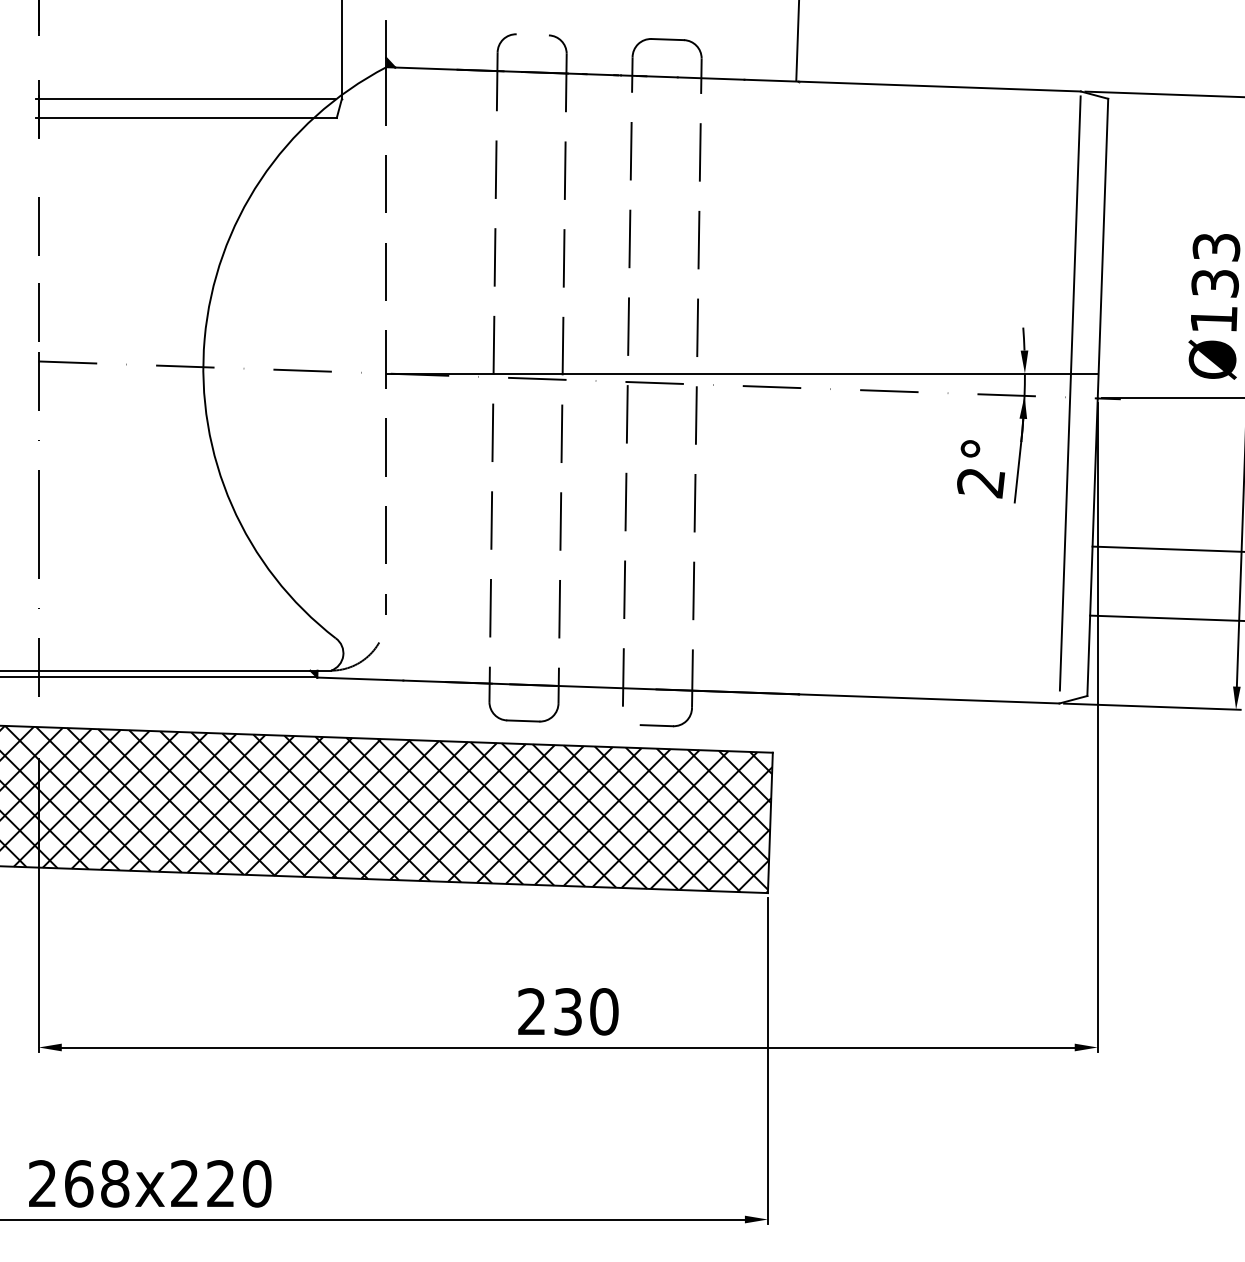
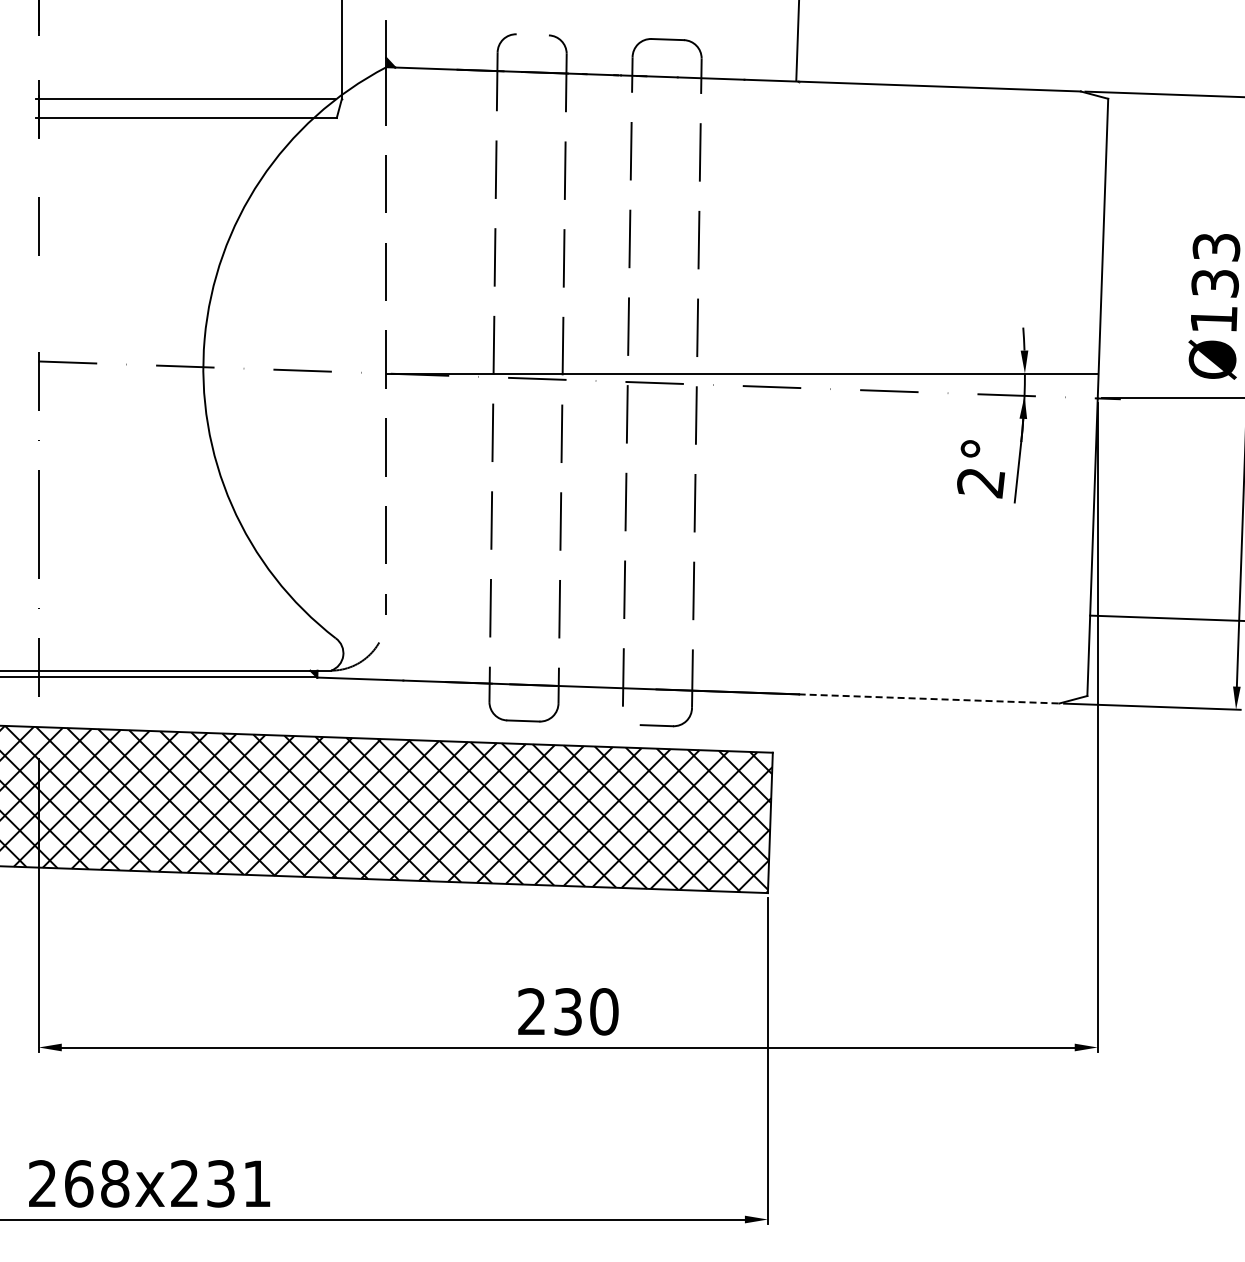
line at (38, 312): present -> none
line at (1069, 393): present -> none
line at (1166, 548): present -> none
line at (929, 698): solid -> dashed
text at (239, 1183): 268x220 -> 268x231
